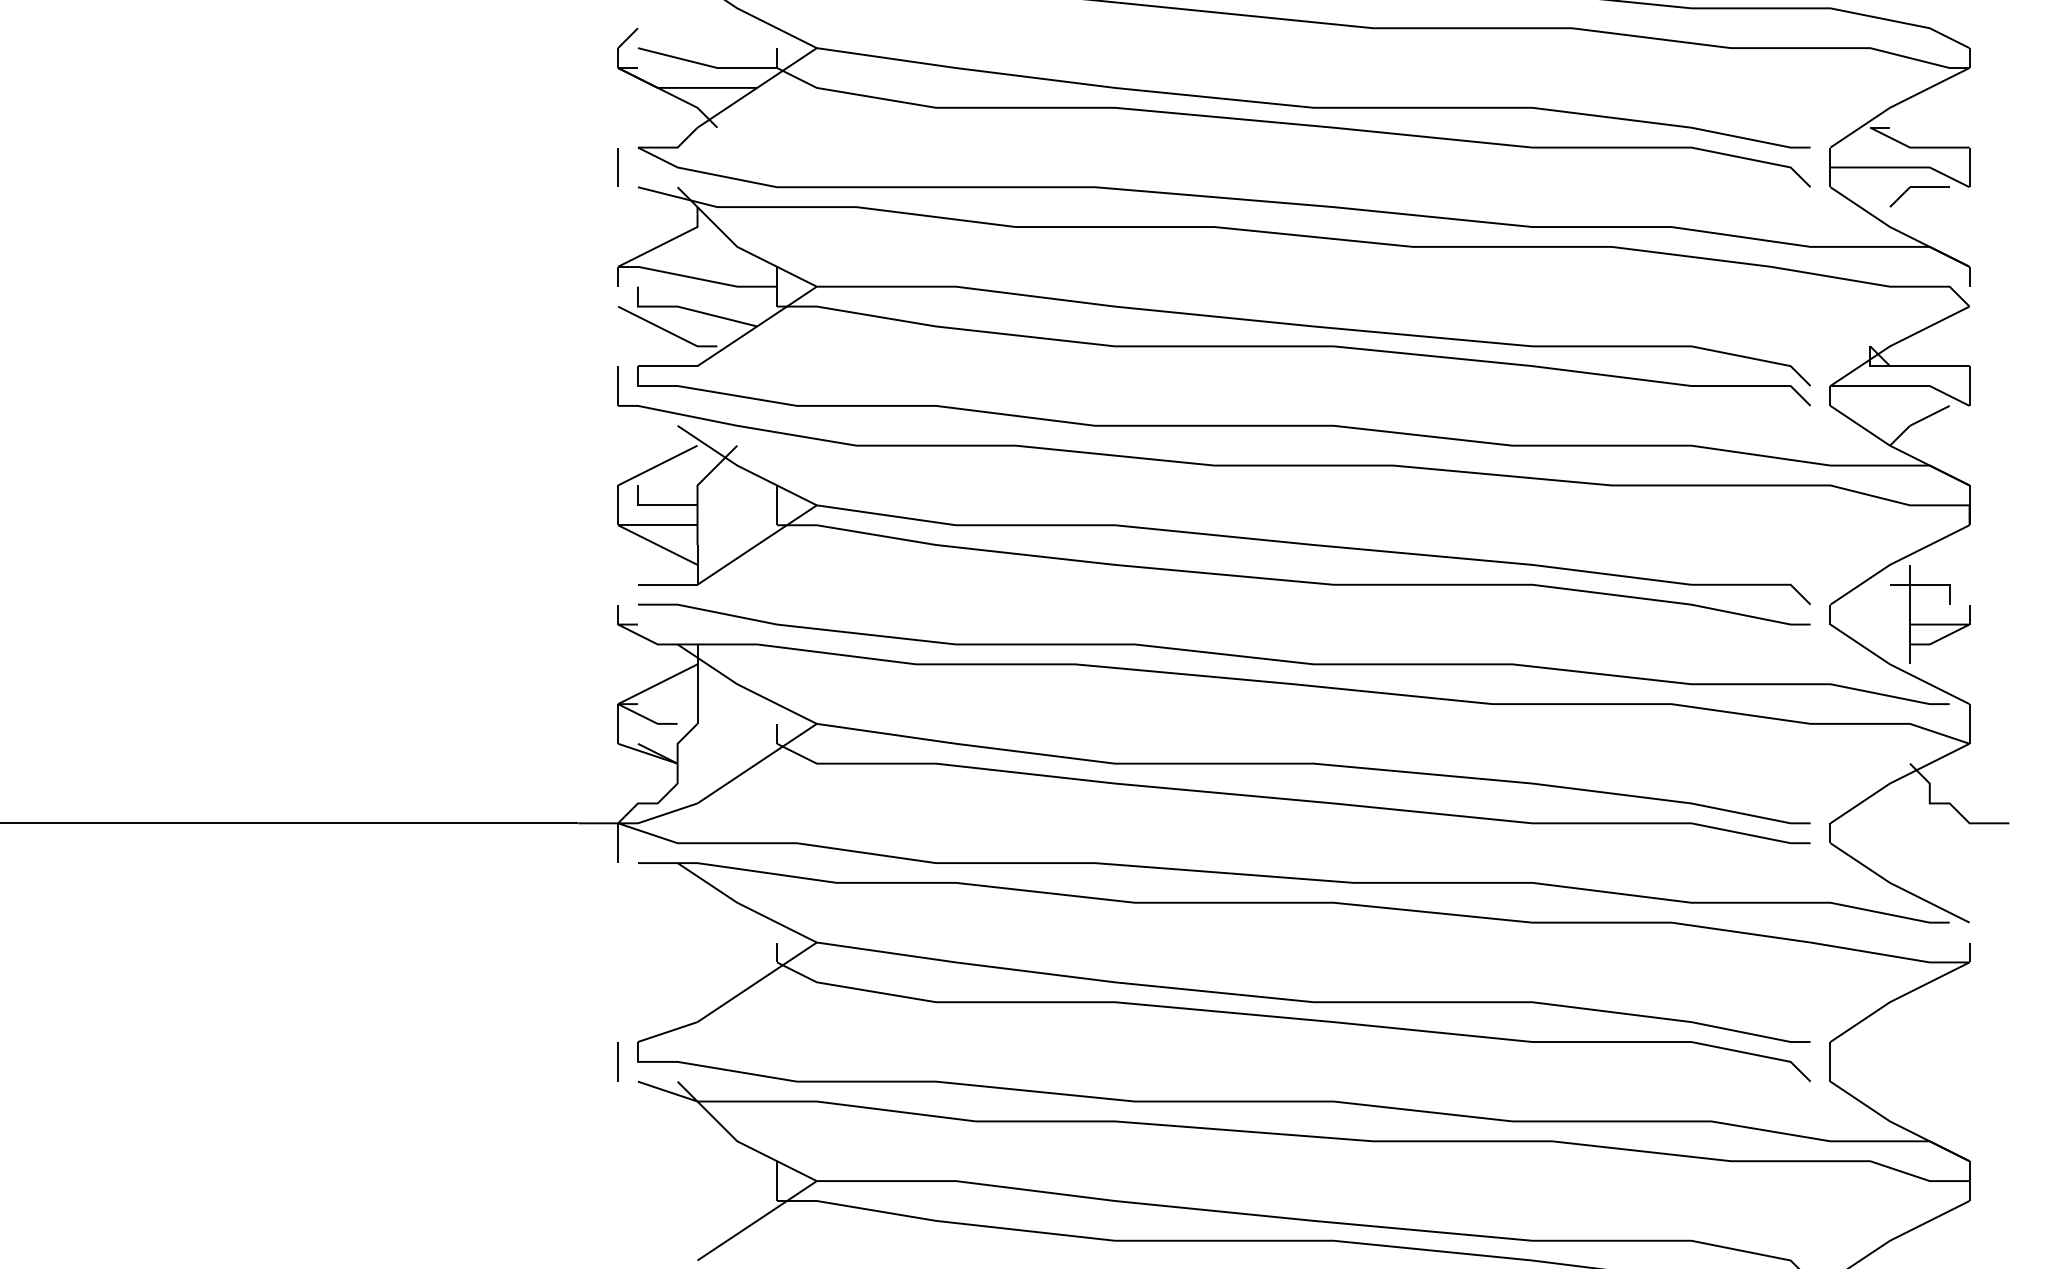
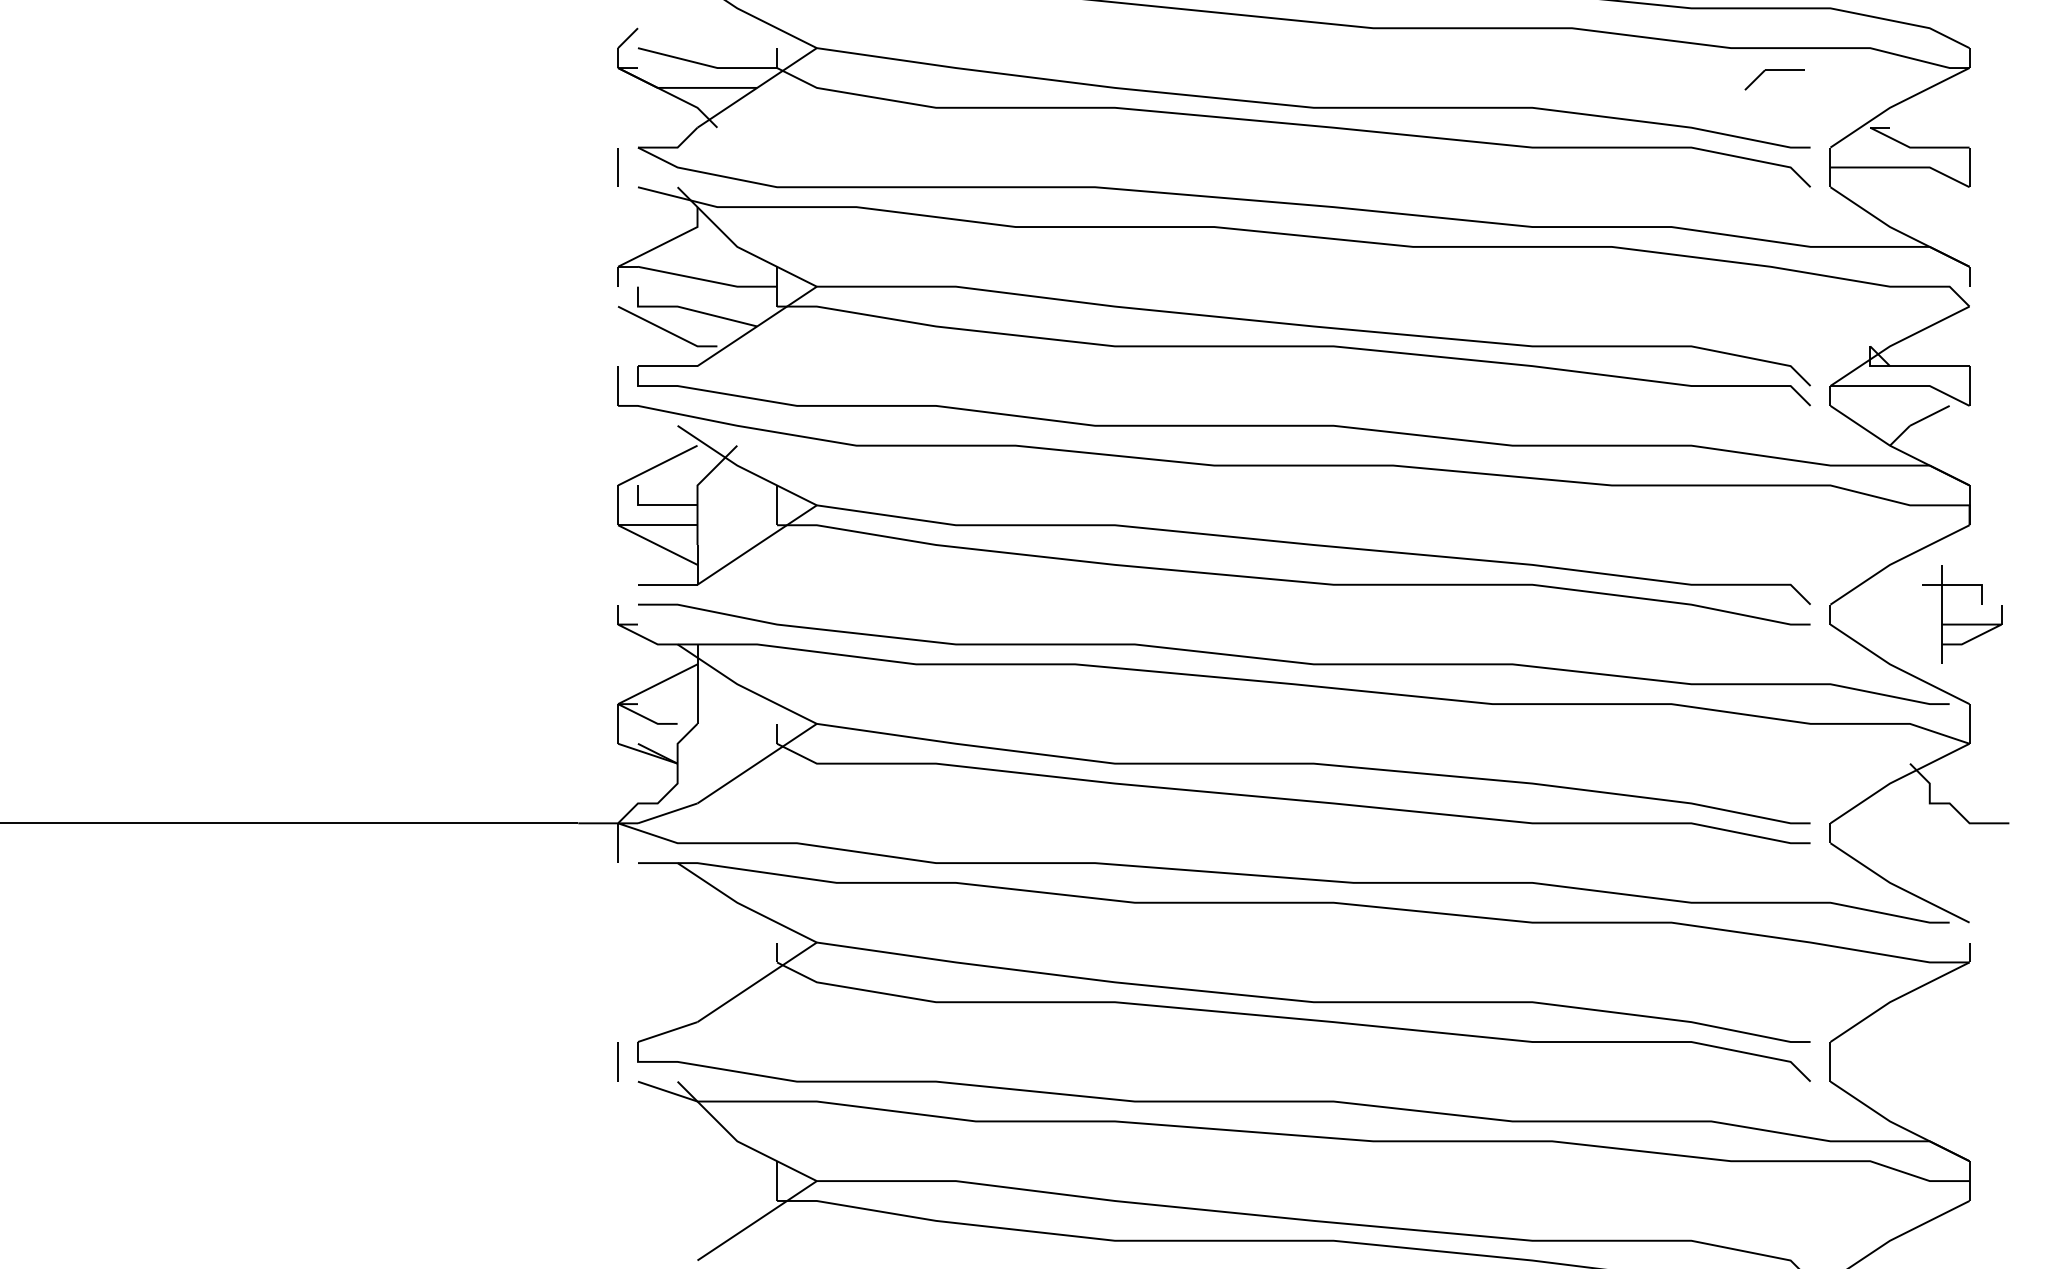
part at (1919, 187) position: (1919, 187) -> (1774, 70)
part at (1930, 623) position: (1930, 623) -> (1962, 623)
